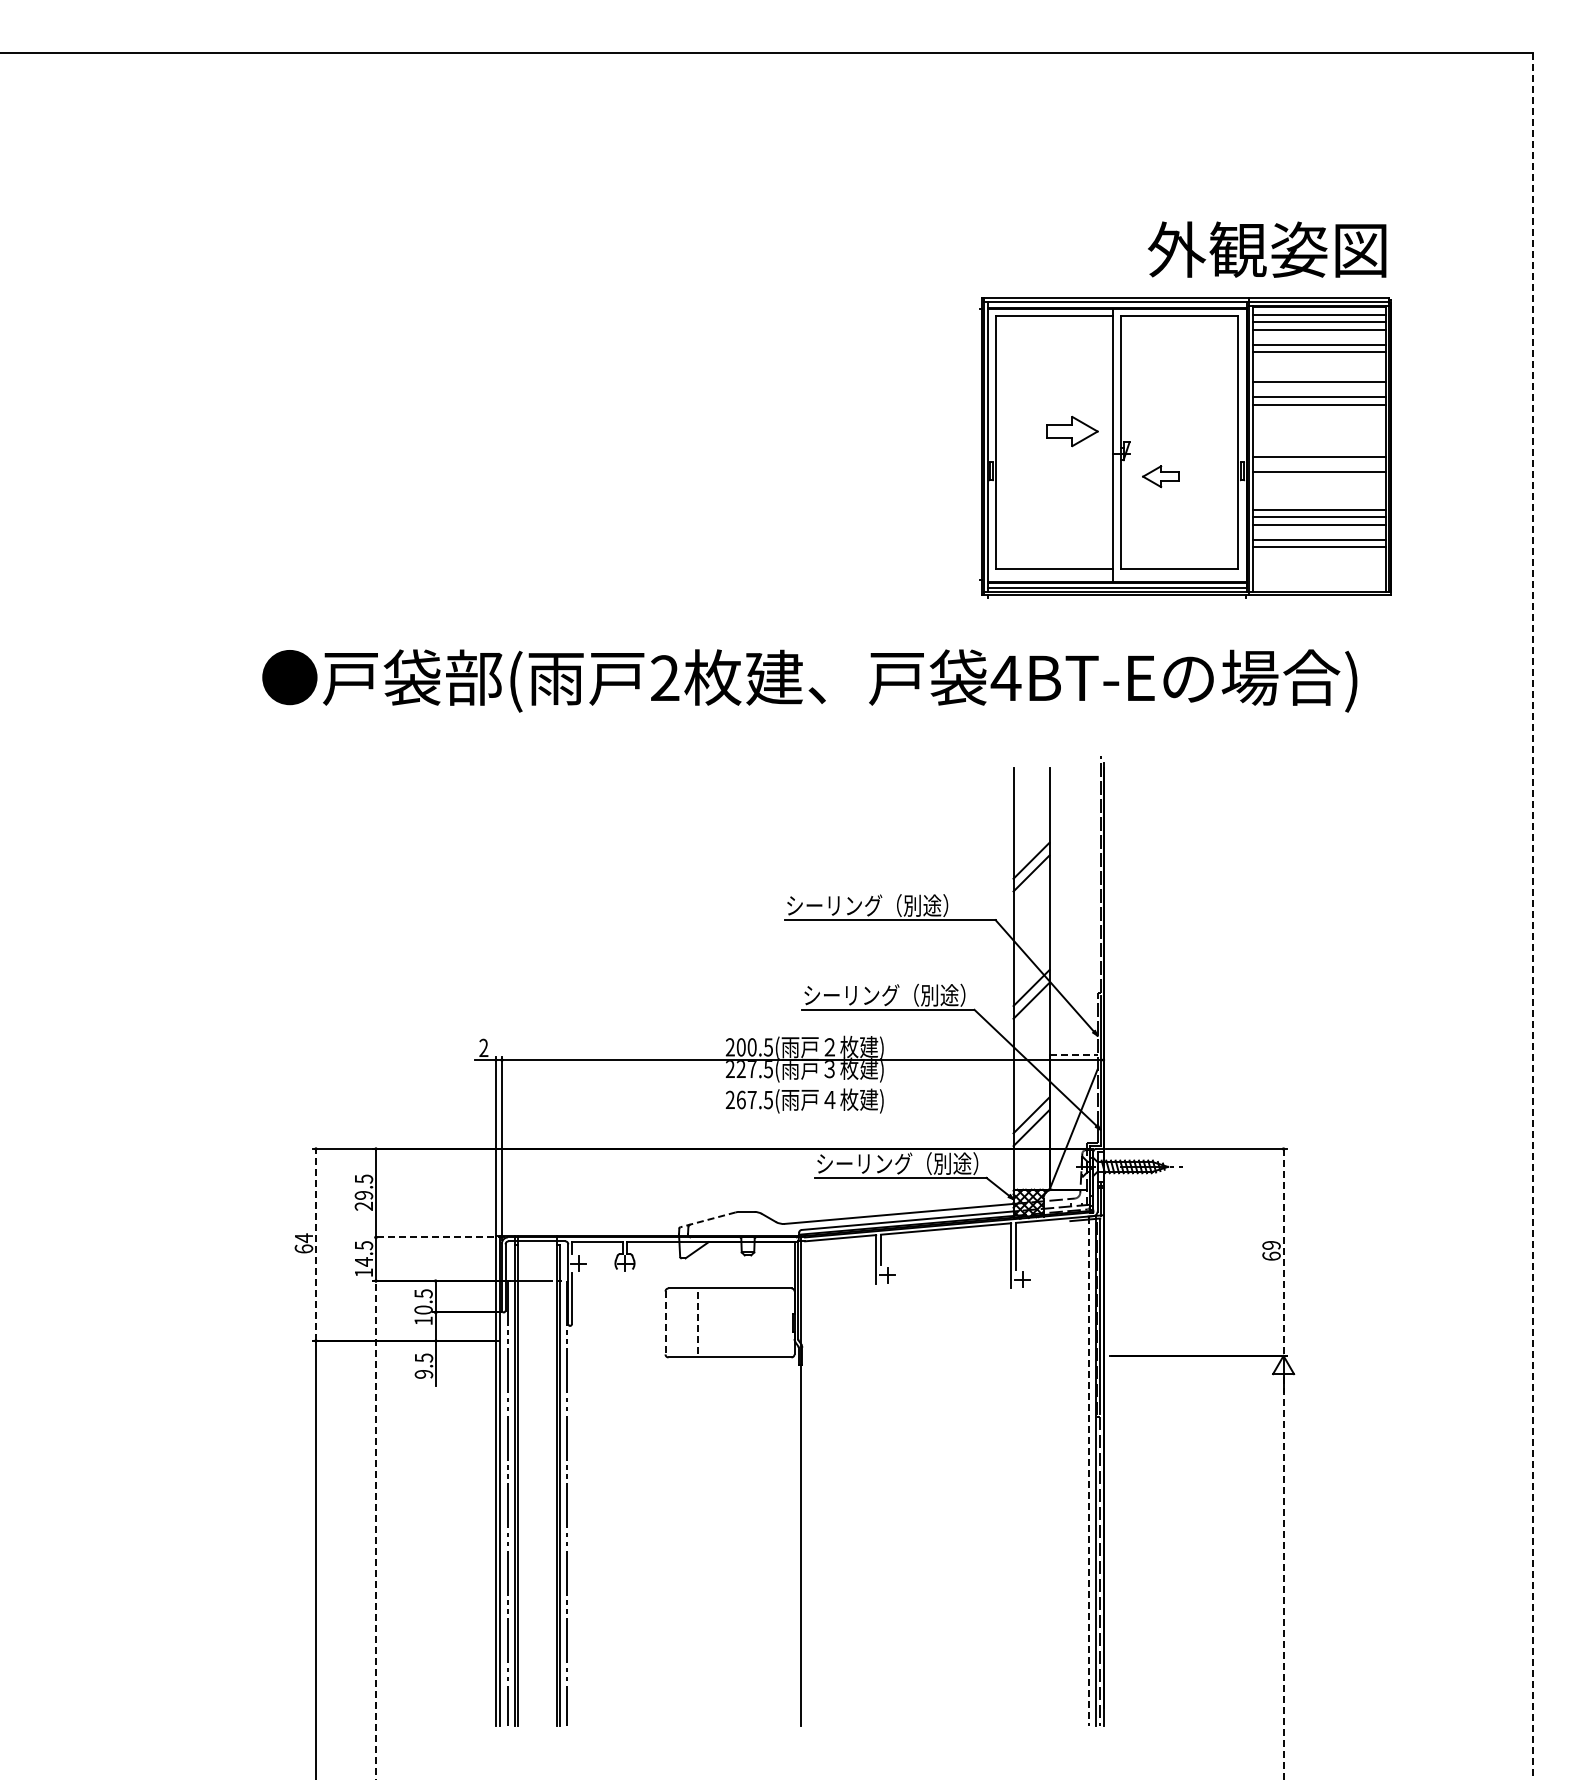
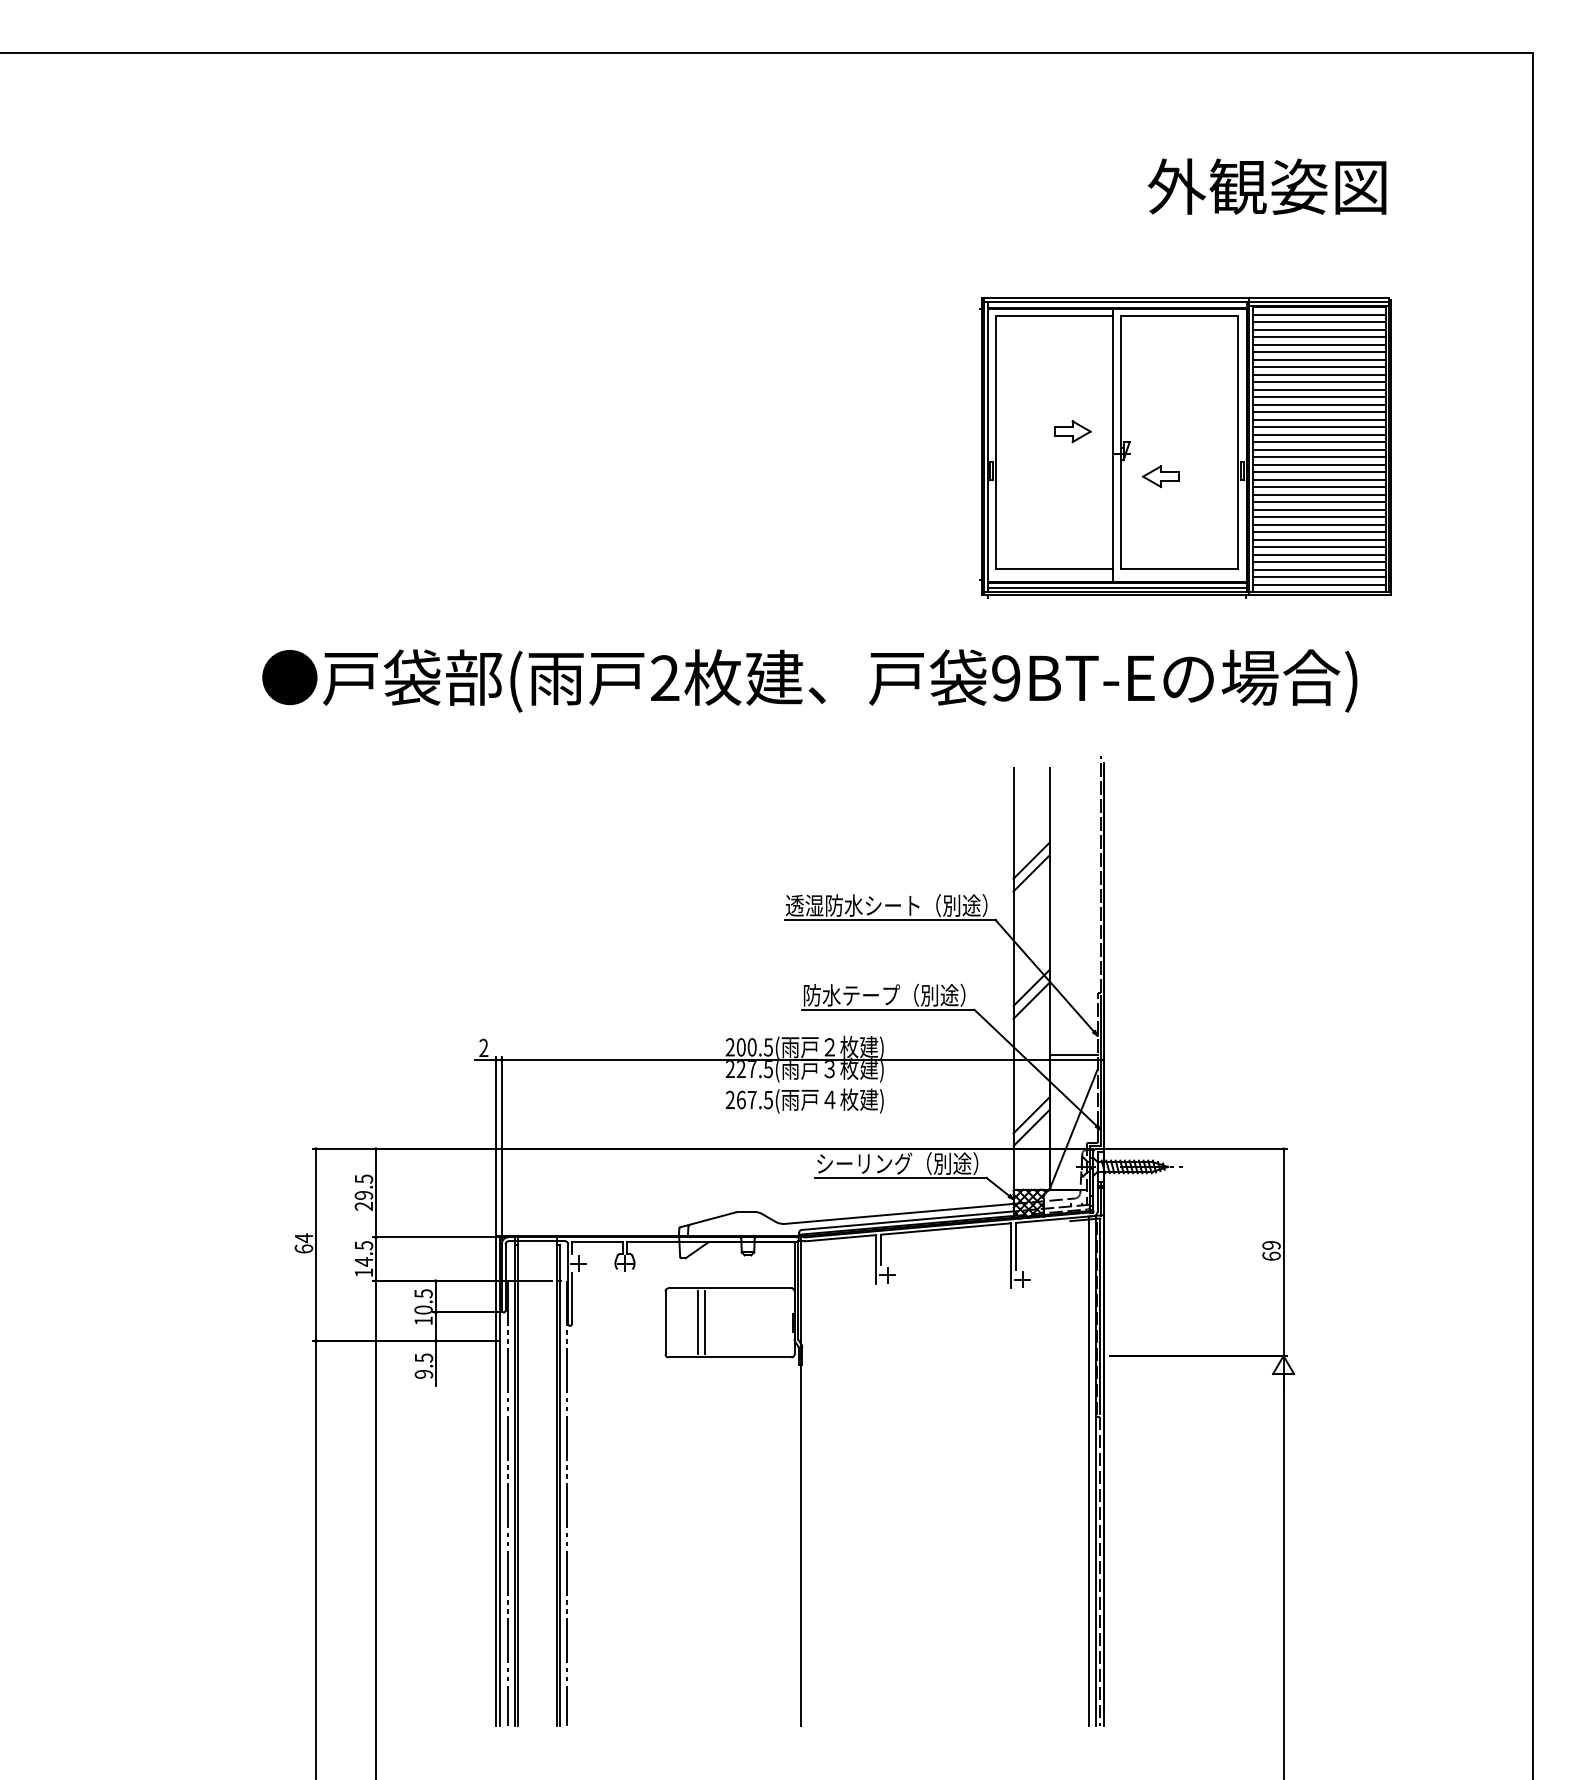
text at (1267, 249) position: (1267, 249) -> (1267, 186)
line at (1318, 337): none -> present
line at (1318, 359): none -> present
line at (1318, 367): none -> present
line at (1318, 374): none -> present
line at (1318, 389): none -> present
line at (1318, 412): none -> present
line at (1318, 419): none -> present
line at (1318, 427): none -> present
part at (1072, 431) size: 53x32 px -> 38x24 px
line at (1318, 434): none -> present
line at (1318, 442): none -> present
line at (1318, 449): none -> present
line at (1318, 464): none -> present
line at (1318, 479): none -> present
line at (1318, 487): none -> present
line at (1318, 494): none -> present
line at (1318, 502): none -> present
line at (1318, 532): none -> present
line at (1318, 554): none -> present
line at (1318, 562): none -> present
line at (1318, 569): none -> present
line at (1318, 577): none -> present
line at (1318, 584): none -> present
text at (1005, 678): 4BT-E -> 9BT-E
text at (886, 905): シーリング（別途） -> 透湿防水シート（別途）
line at (1532, 916): dashed -> solid
text at (851, 995): シーリング（別途） -> 防水テープ（別途）
line at (1074, 1054): dashed -> solid
line at (708, 1219): dashed -> solid
line at (438, 1237): dashed -> solid
line at (315, 1244): dashed -> solid
line at (1283, 1252): dashed -> solid
line at (665, 1322): dashed -> solid
line at (698, 1322): dashed -> solid
line at (705, 1322): none -> present
line at (1088, 1471): dashed -> solid
line at (375, 1529): dashed -> solid
line at (1283, 1578): dashed -> solid
